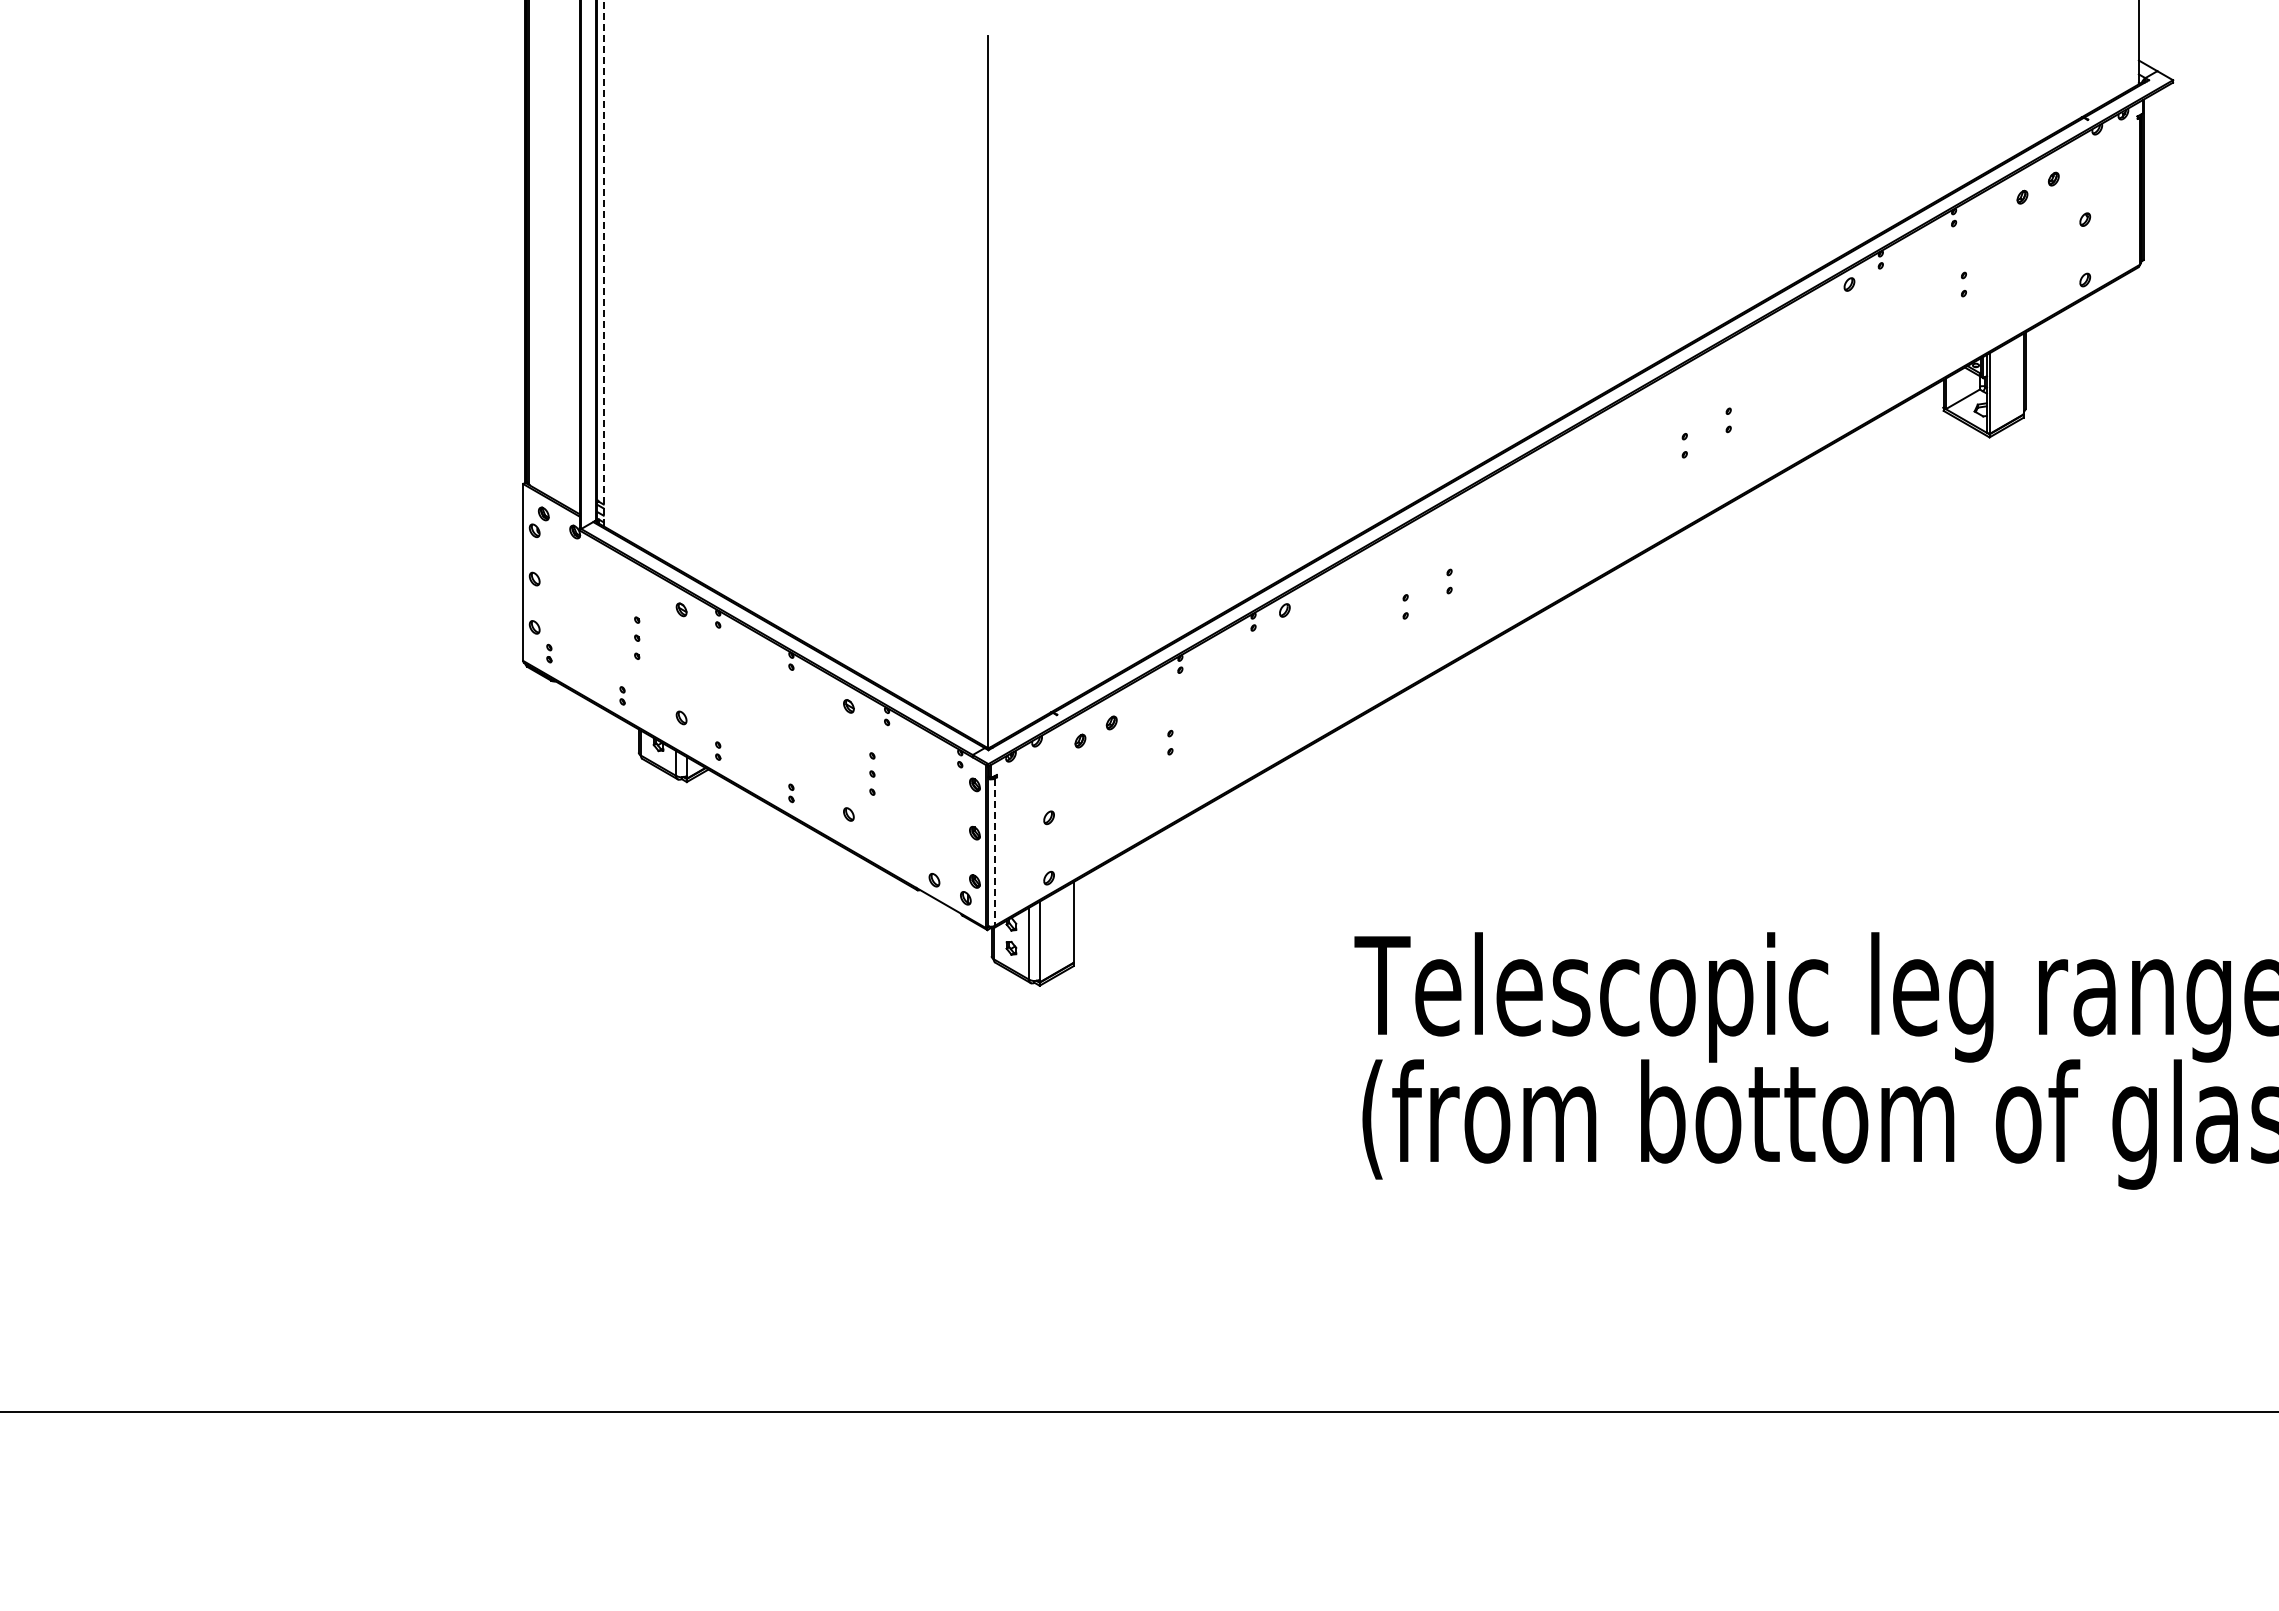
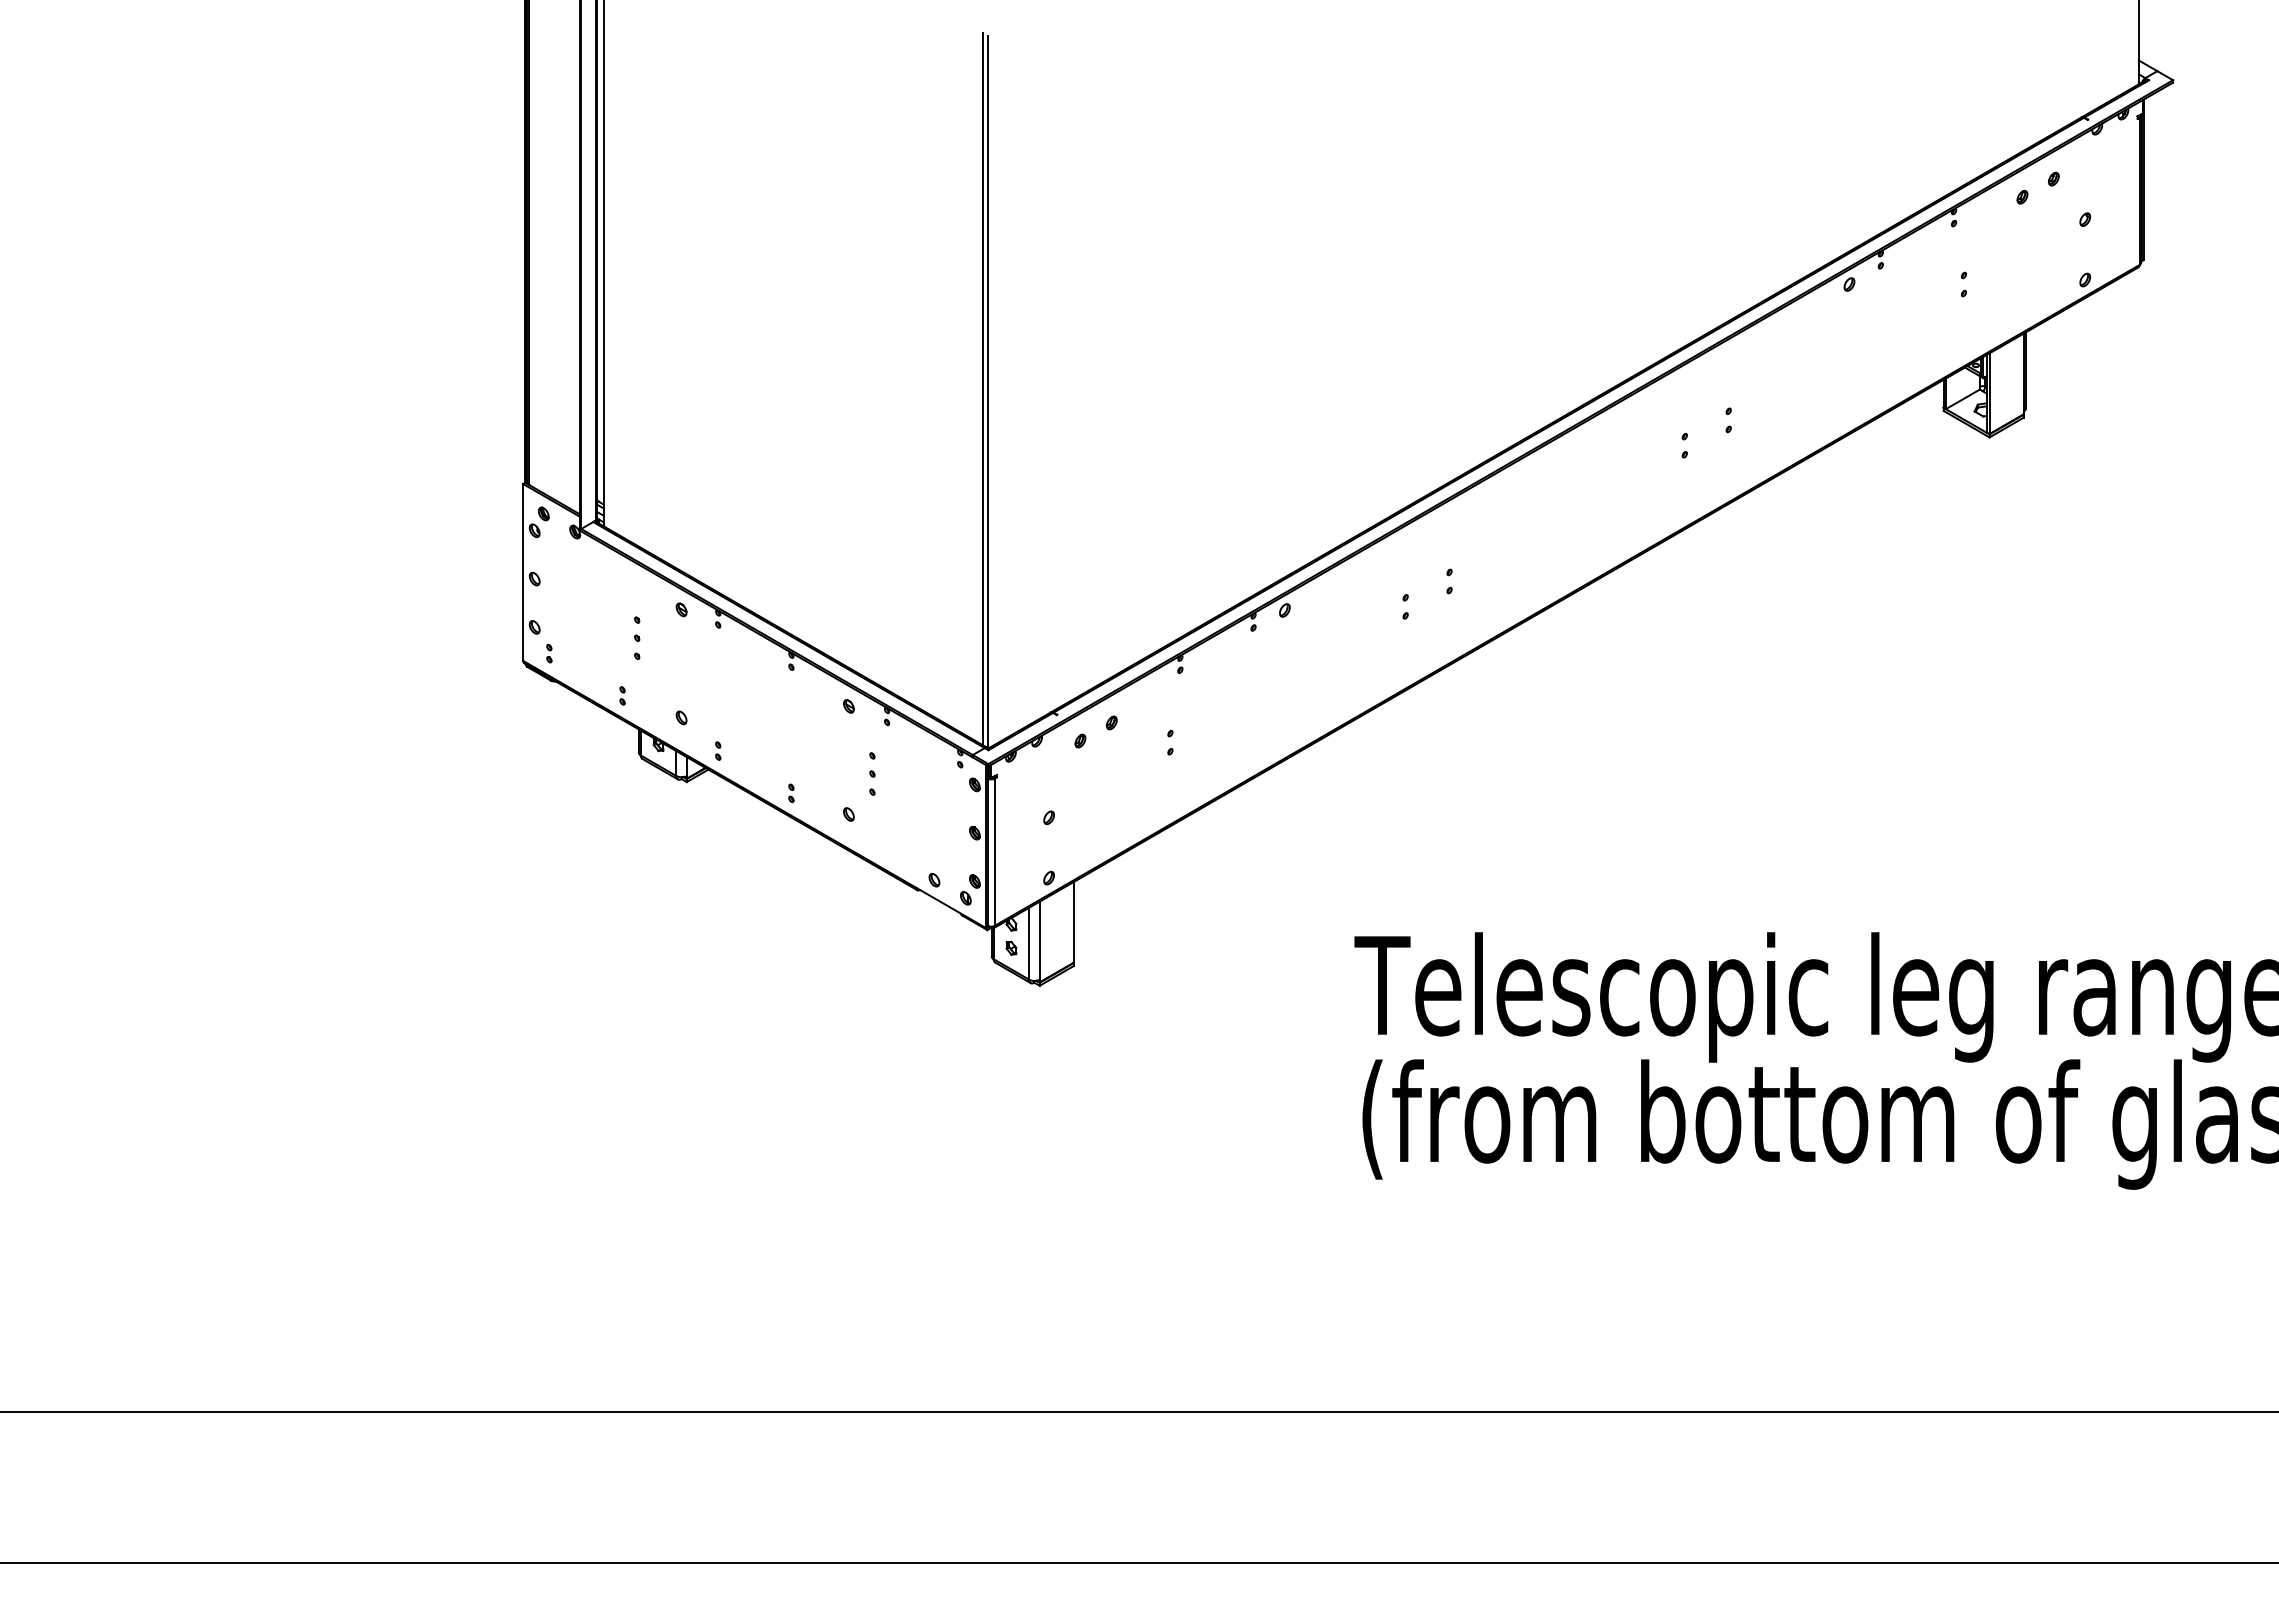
line at (603, 263): dashed -> solid
line at (982, 388): none -> present
line at (994, 852): dashed -> solid
line at (1138, 1562): none -> present
